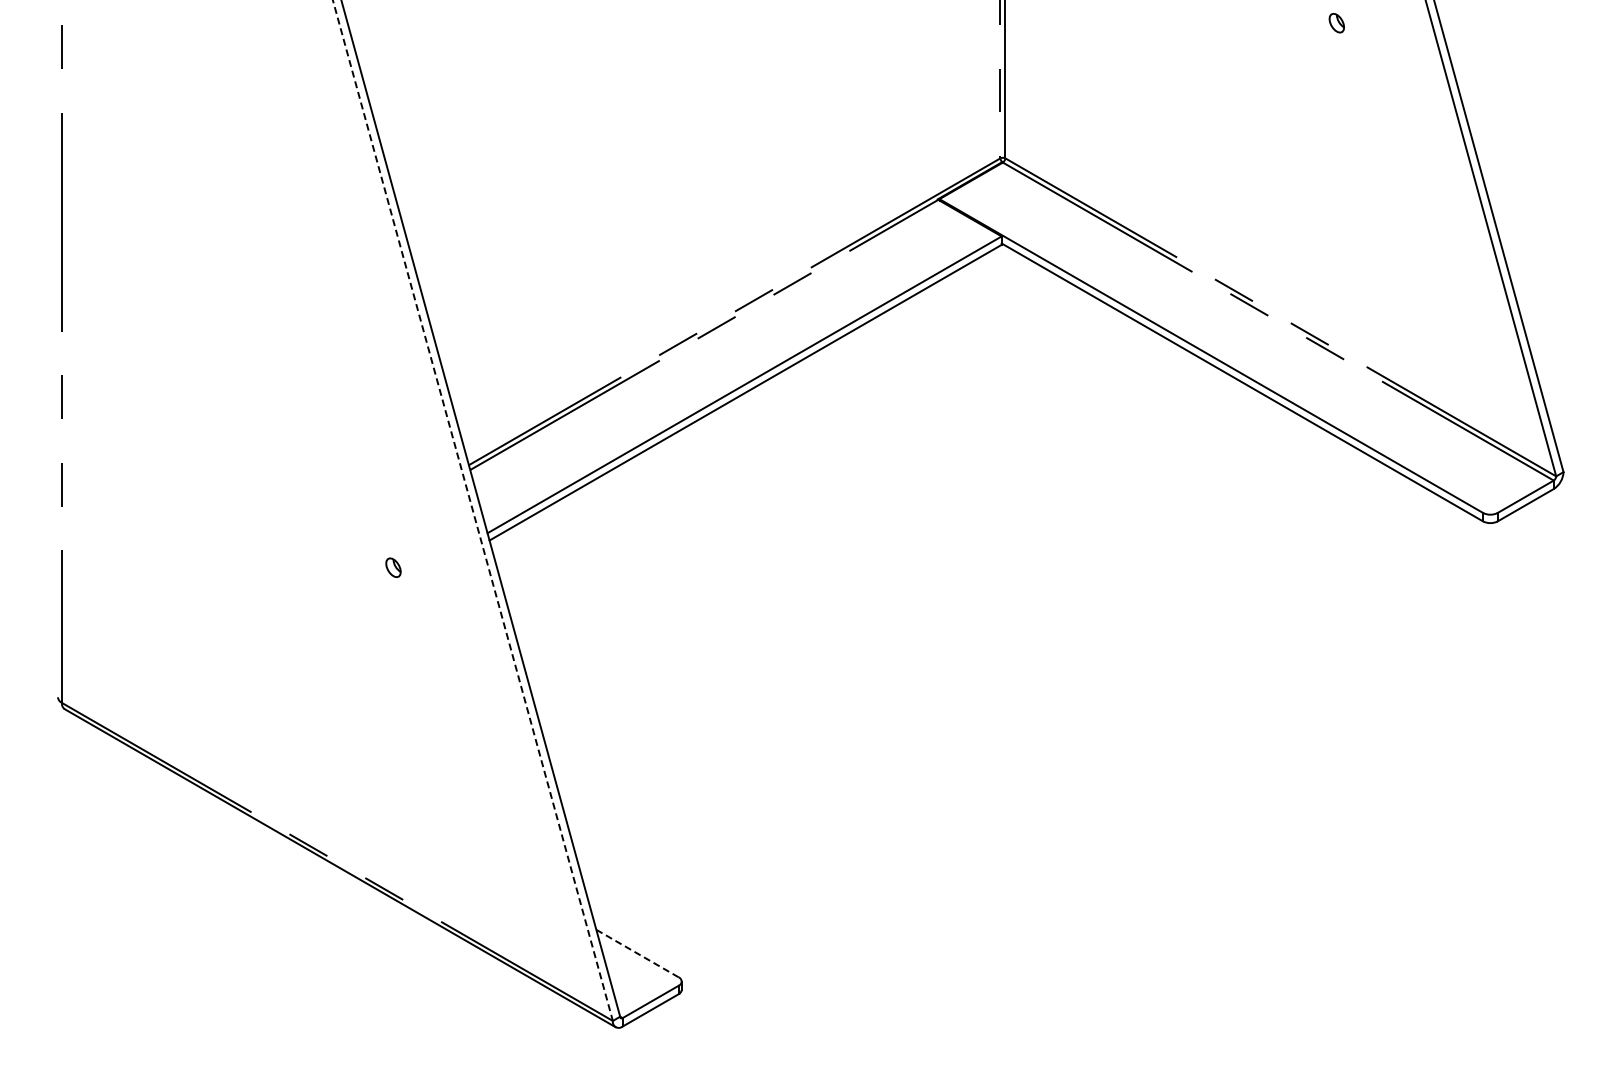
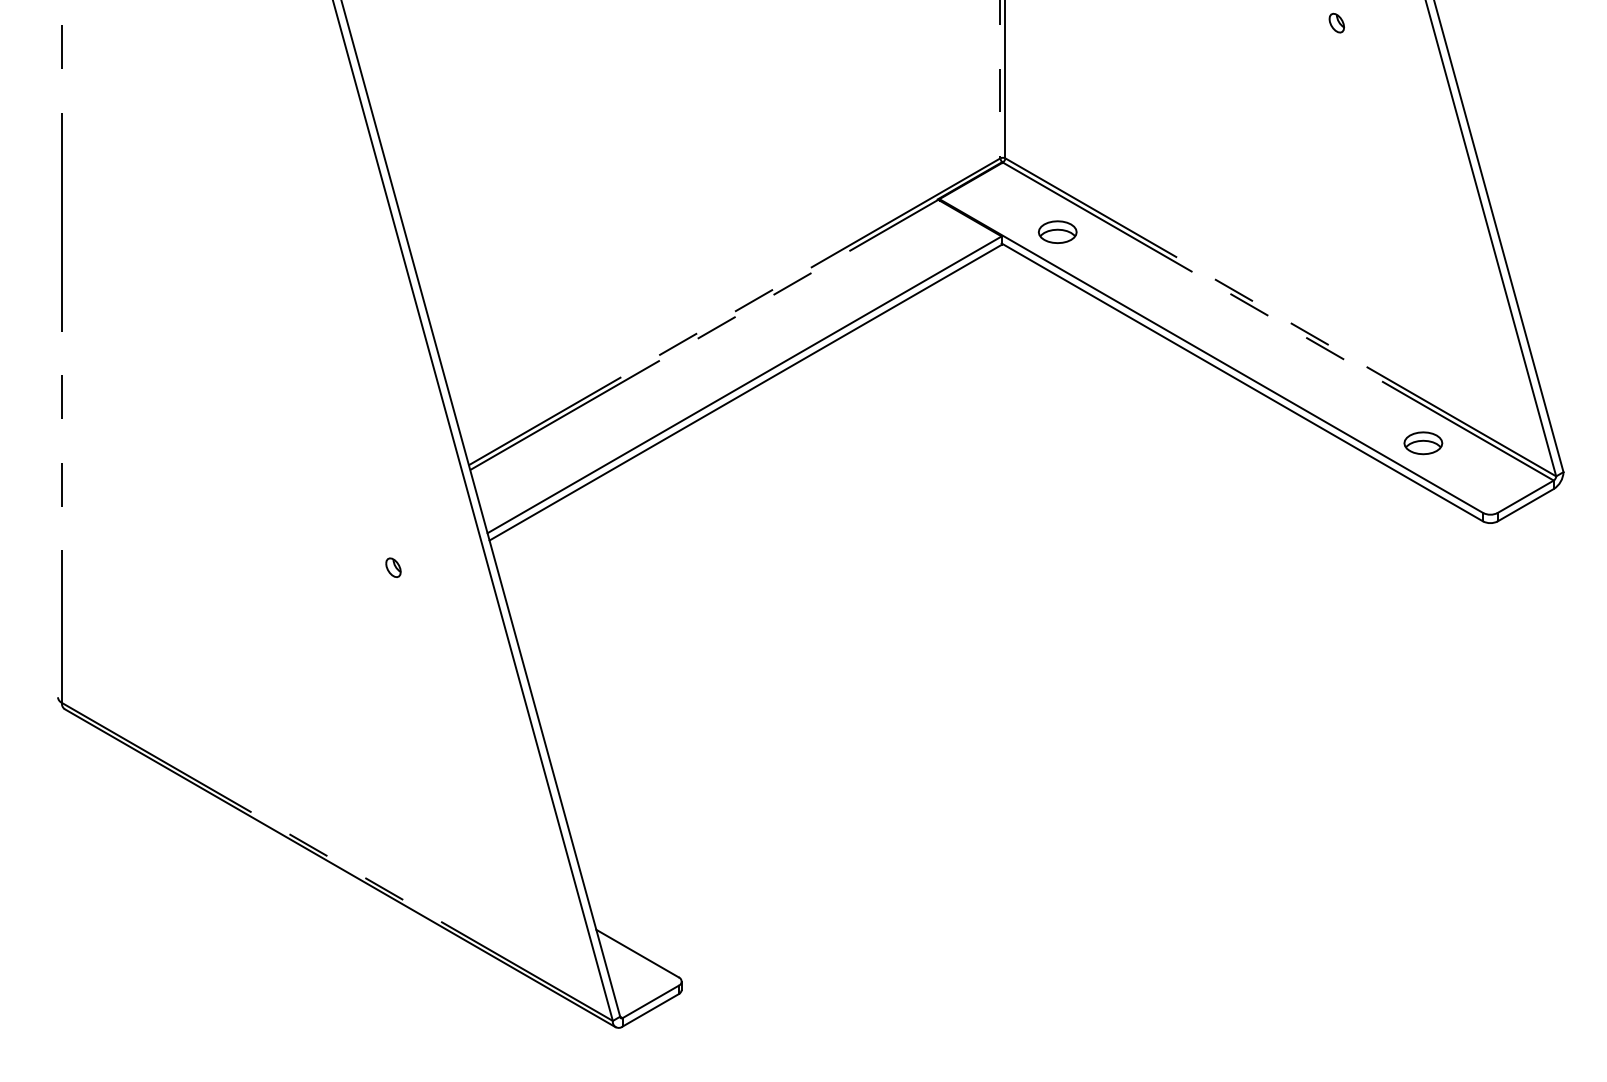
part at (1057, 231): none -> present
part at (1423, 443): none -> present
line at (473, 511): dashed -> solid
line at (637, 953): dashed -> solid
